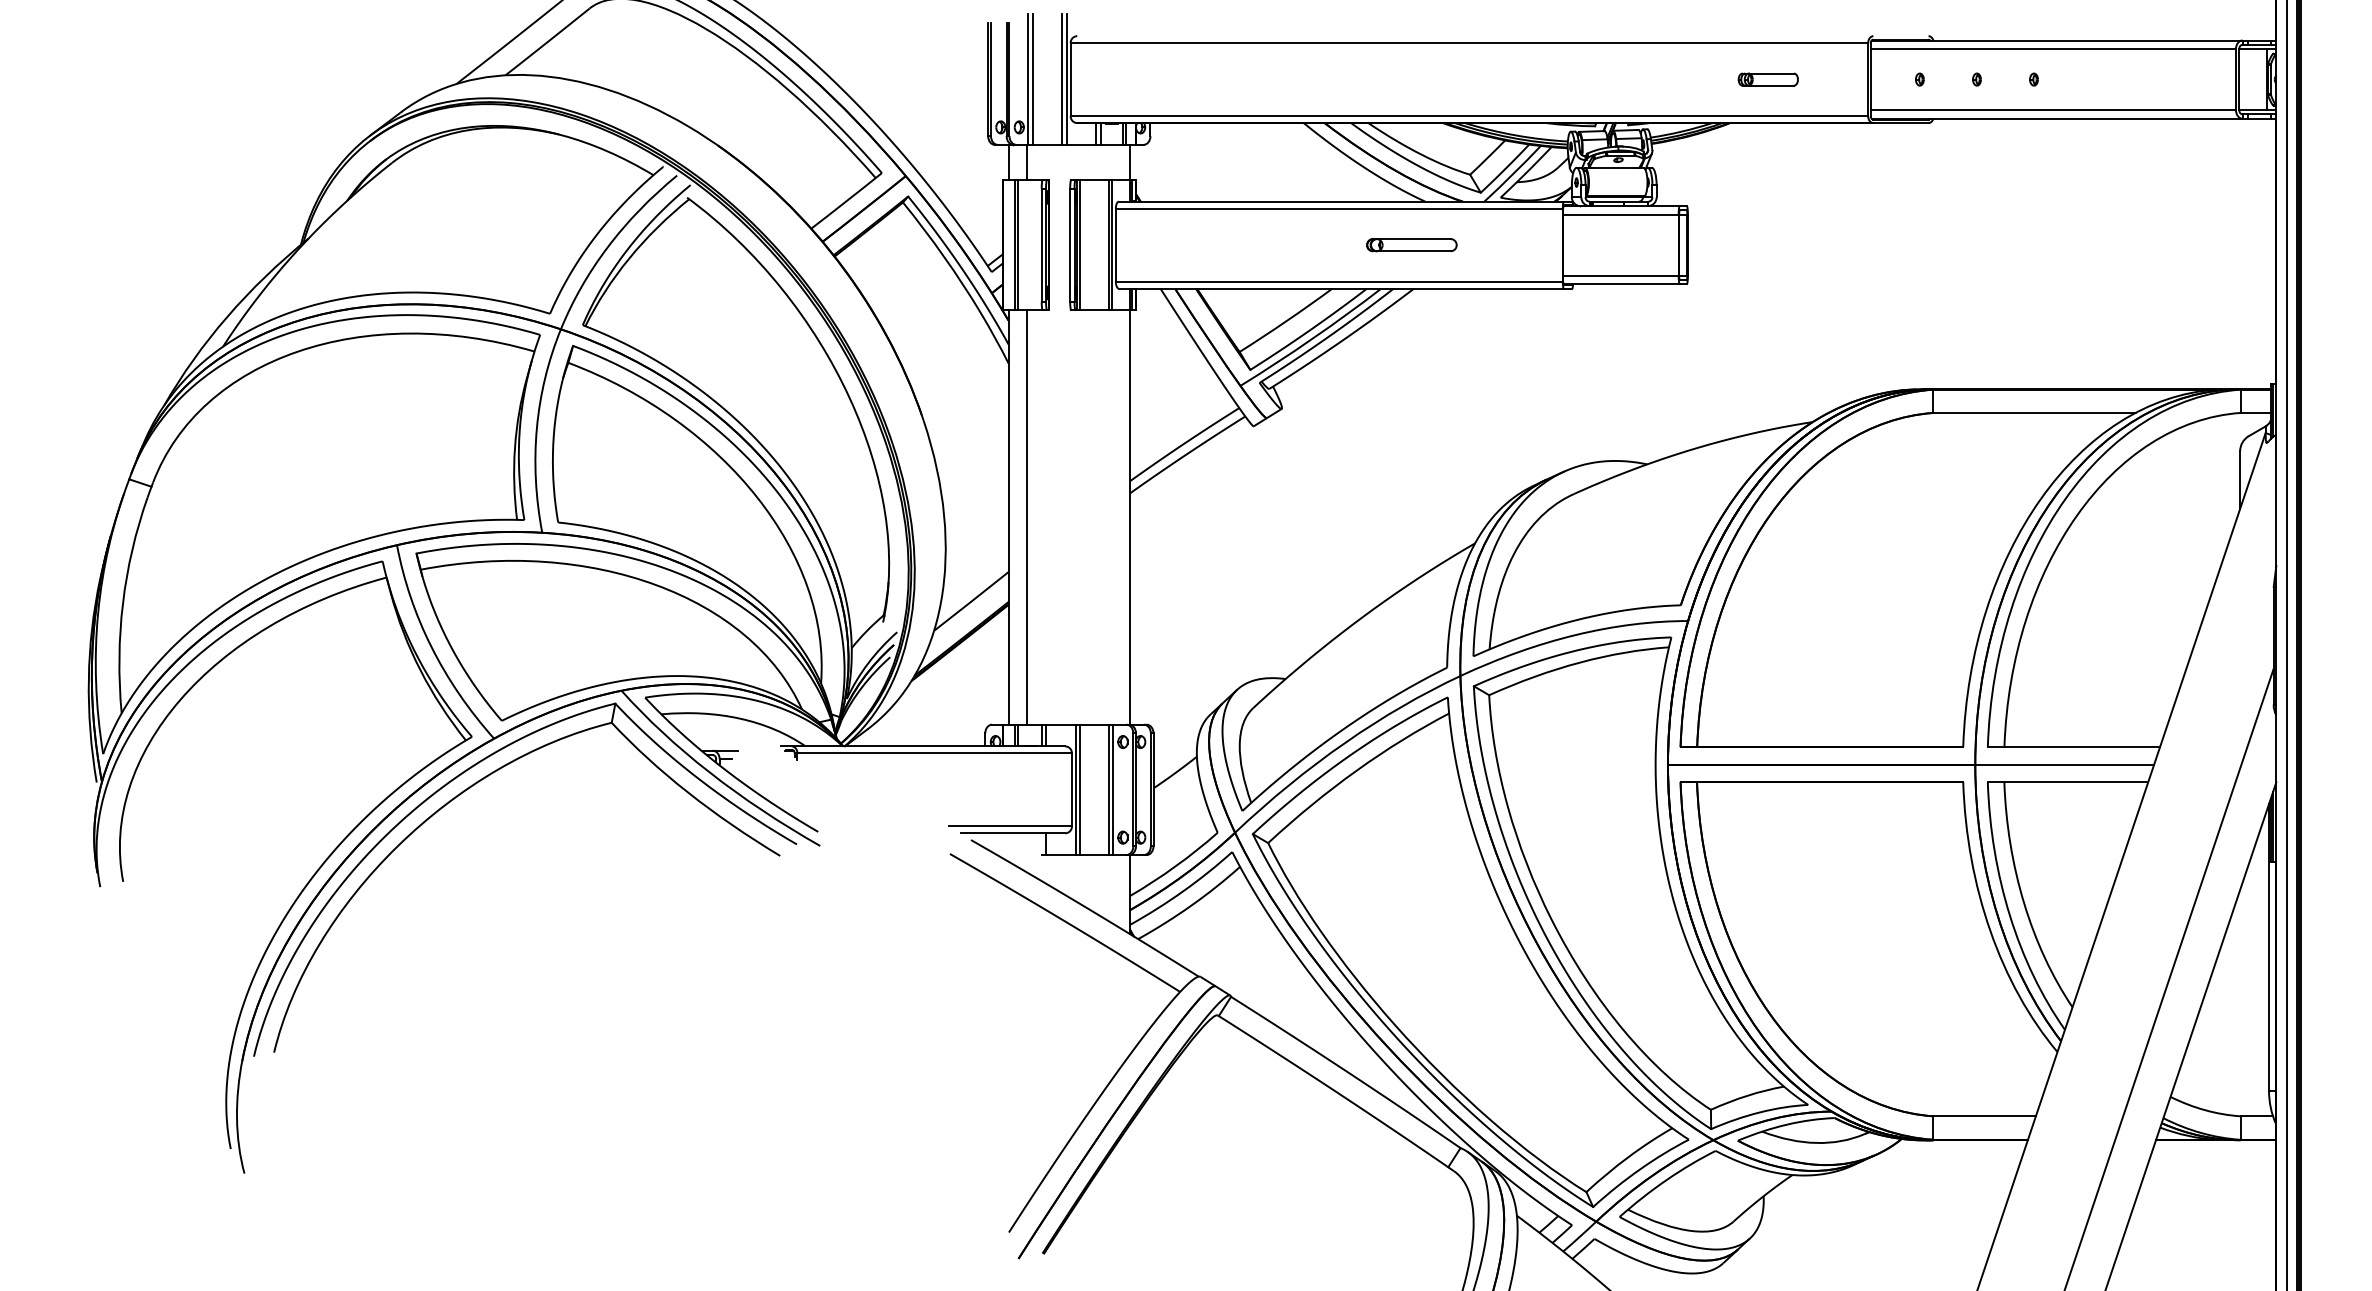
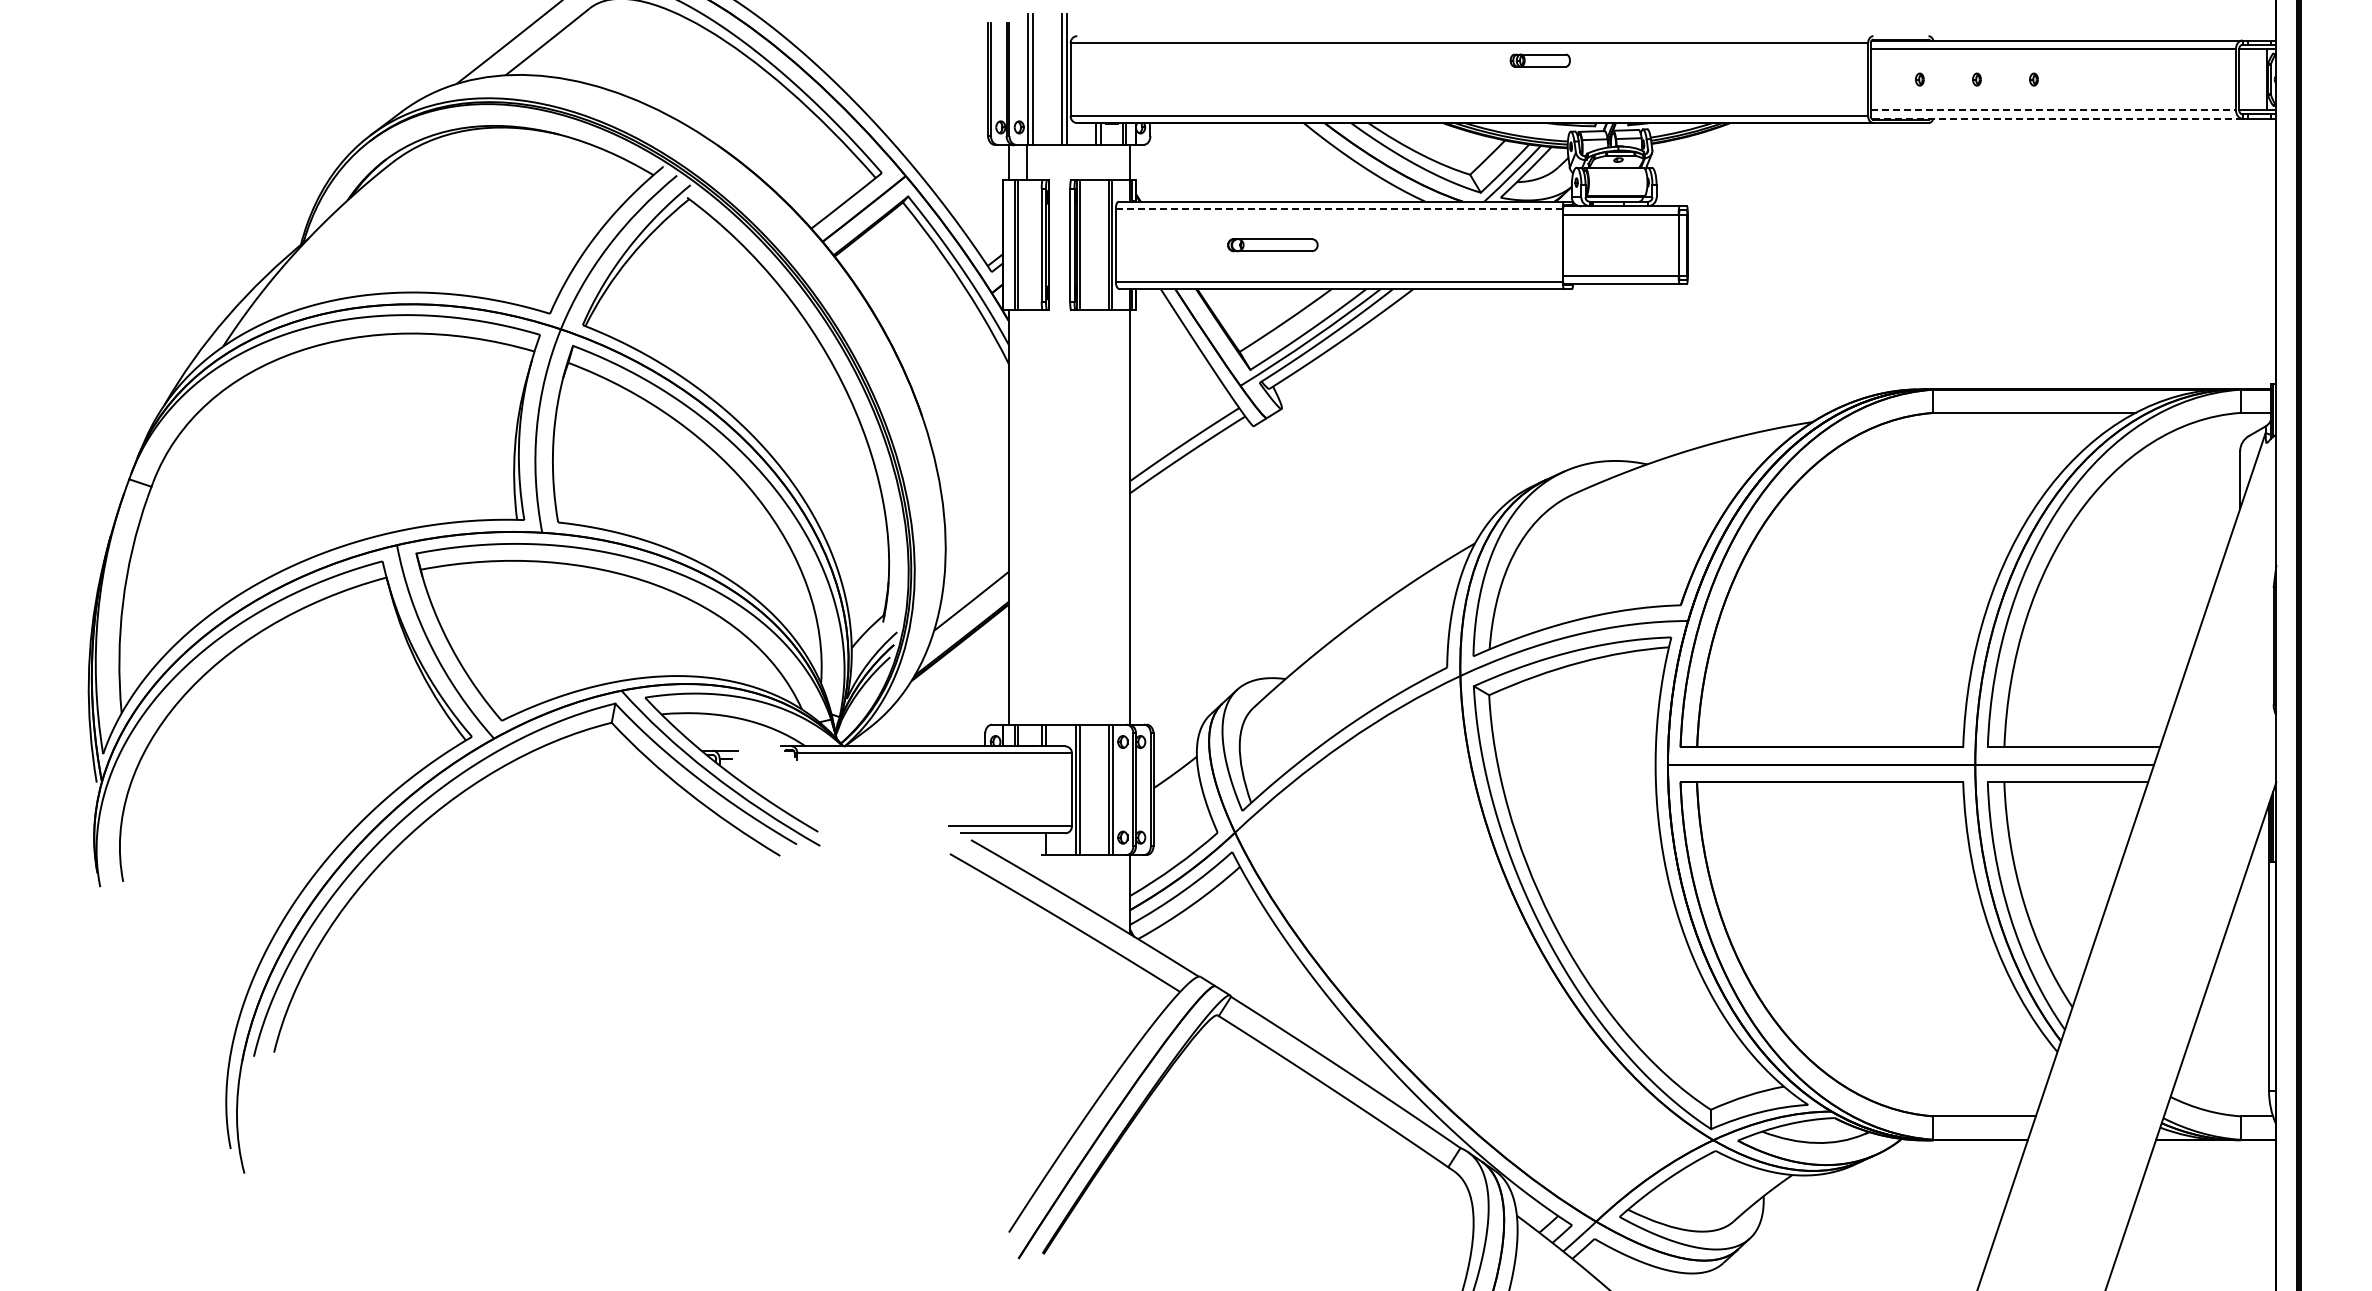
part at (1767, 79) position: (1767, 79) -> (1539, 60)
line at (2053, 110): solid -> dashed
line at (2056, 118): solid -> dashed
line at (1338, 208): solid -> dashed
part at (1411, 245) position: (1411, 245) -> (1272, 245)
line at (1026, 517): present -> none
line at (2287, 644): present -> none
part at (1470, 951): present -> none
line at (2169, 977): present -> none
